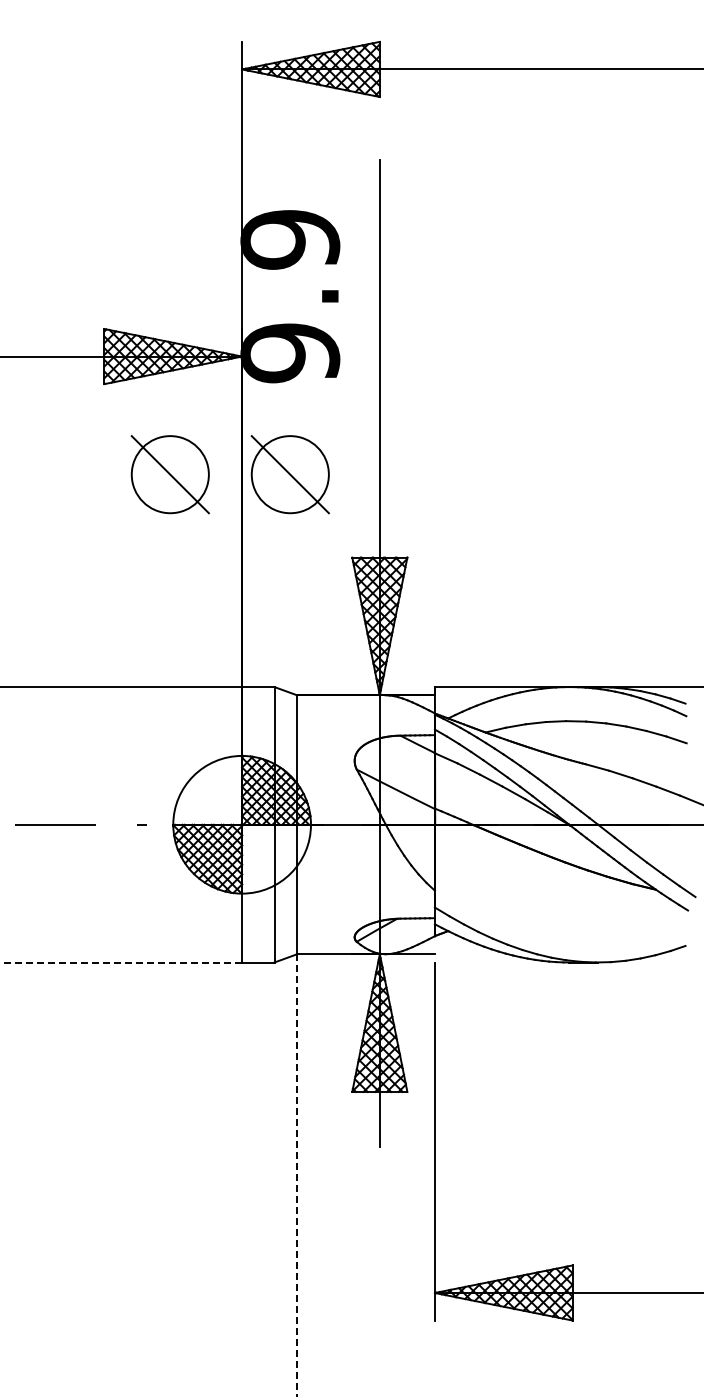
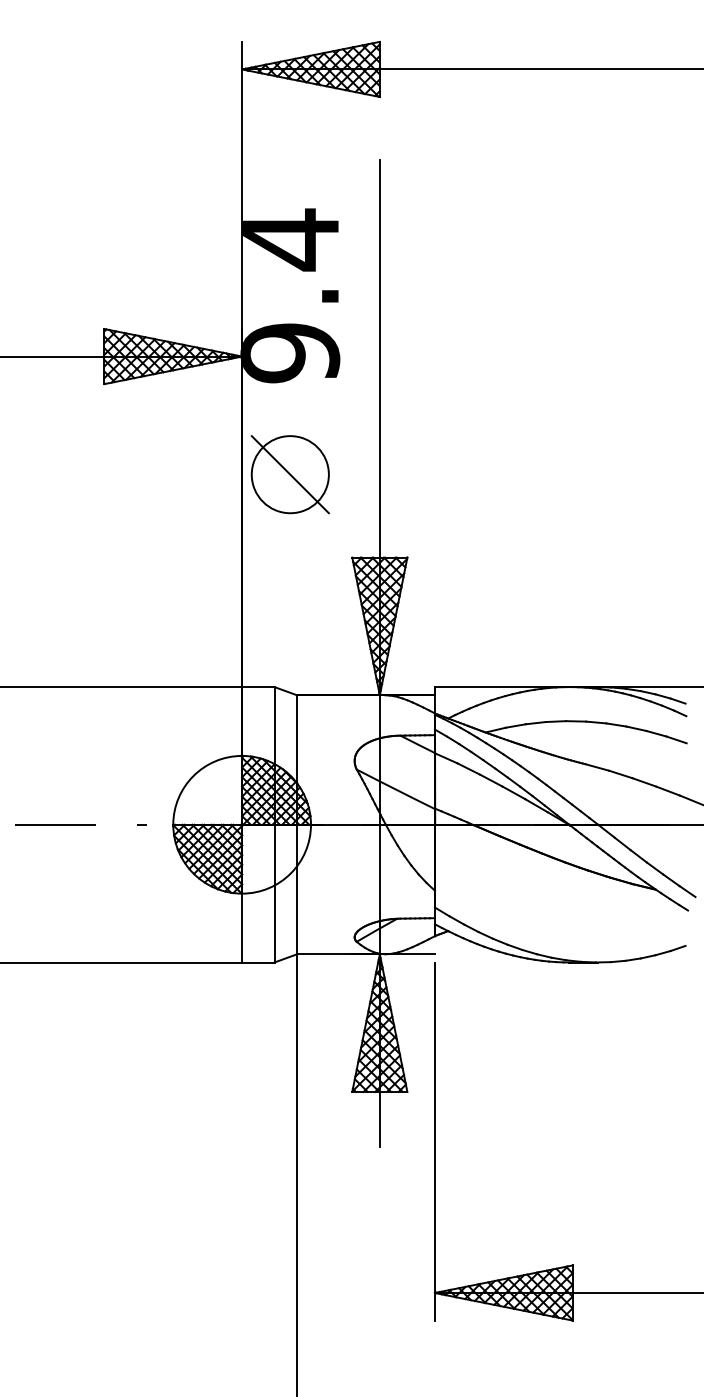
text at (290, 239): 9.9 -> 9.4
part at (169, 474): present -> none
line at (121, 962): dashed -> solid
line at (297, 1175): dashed -> solid
